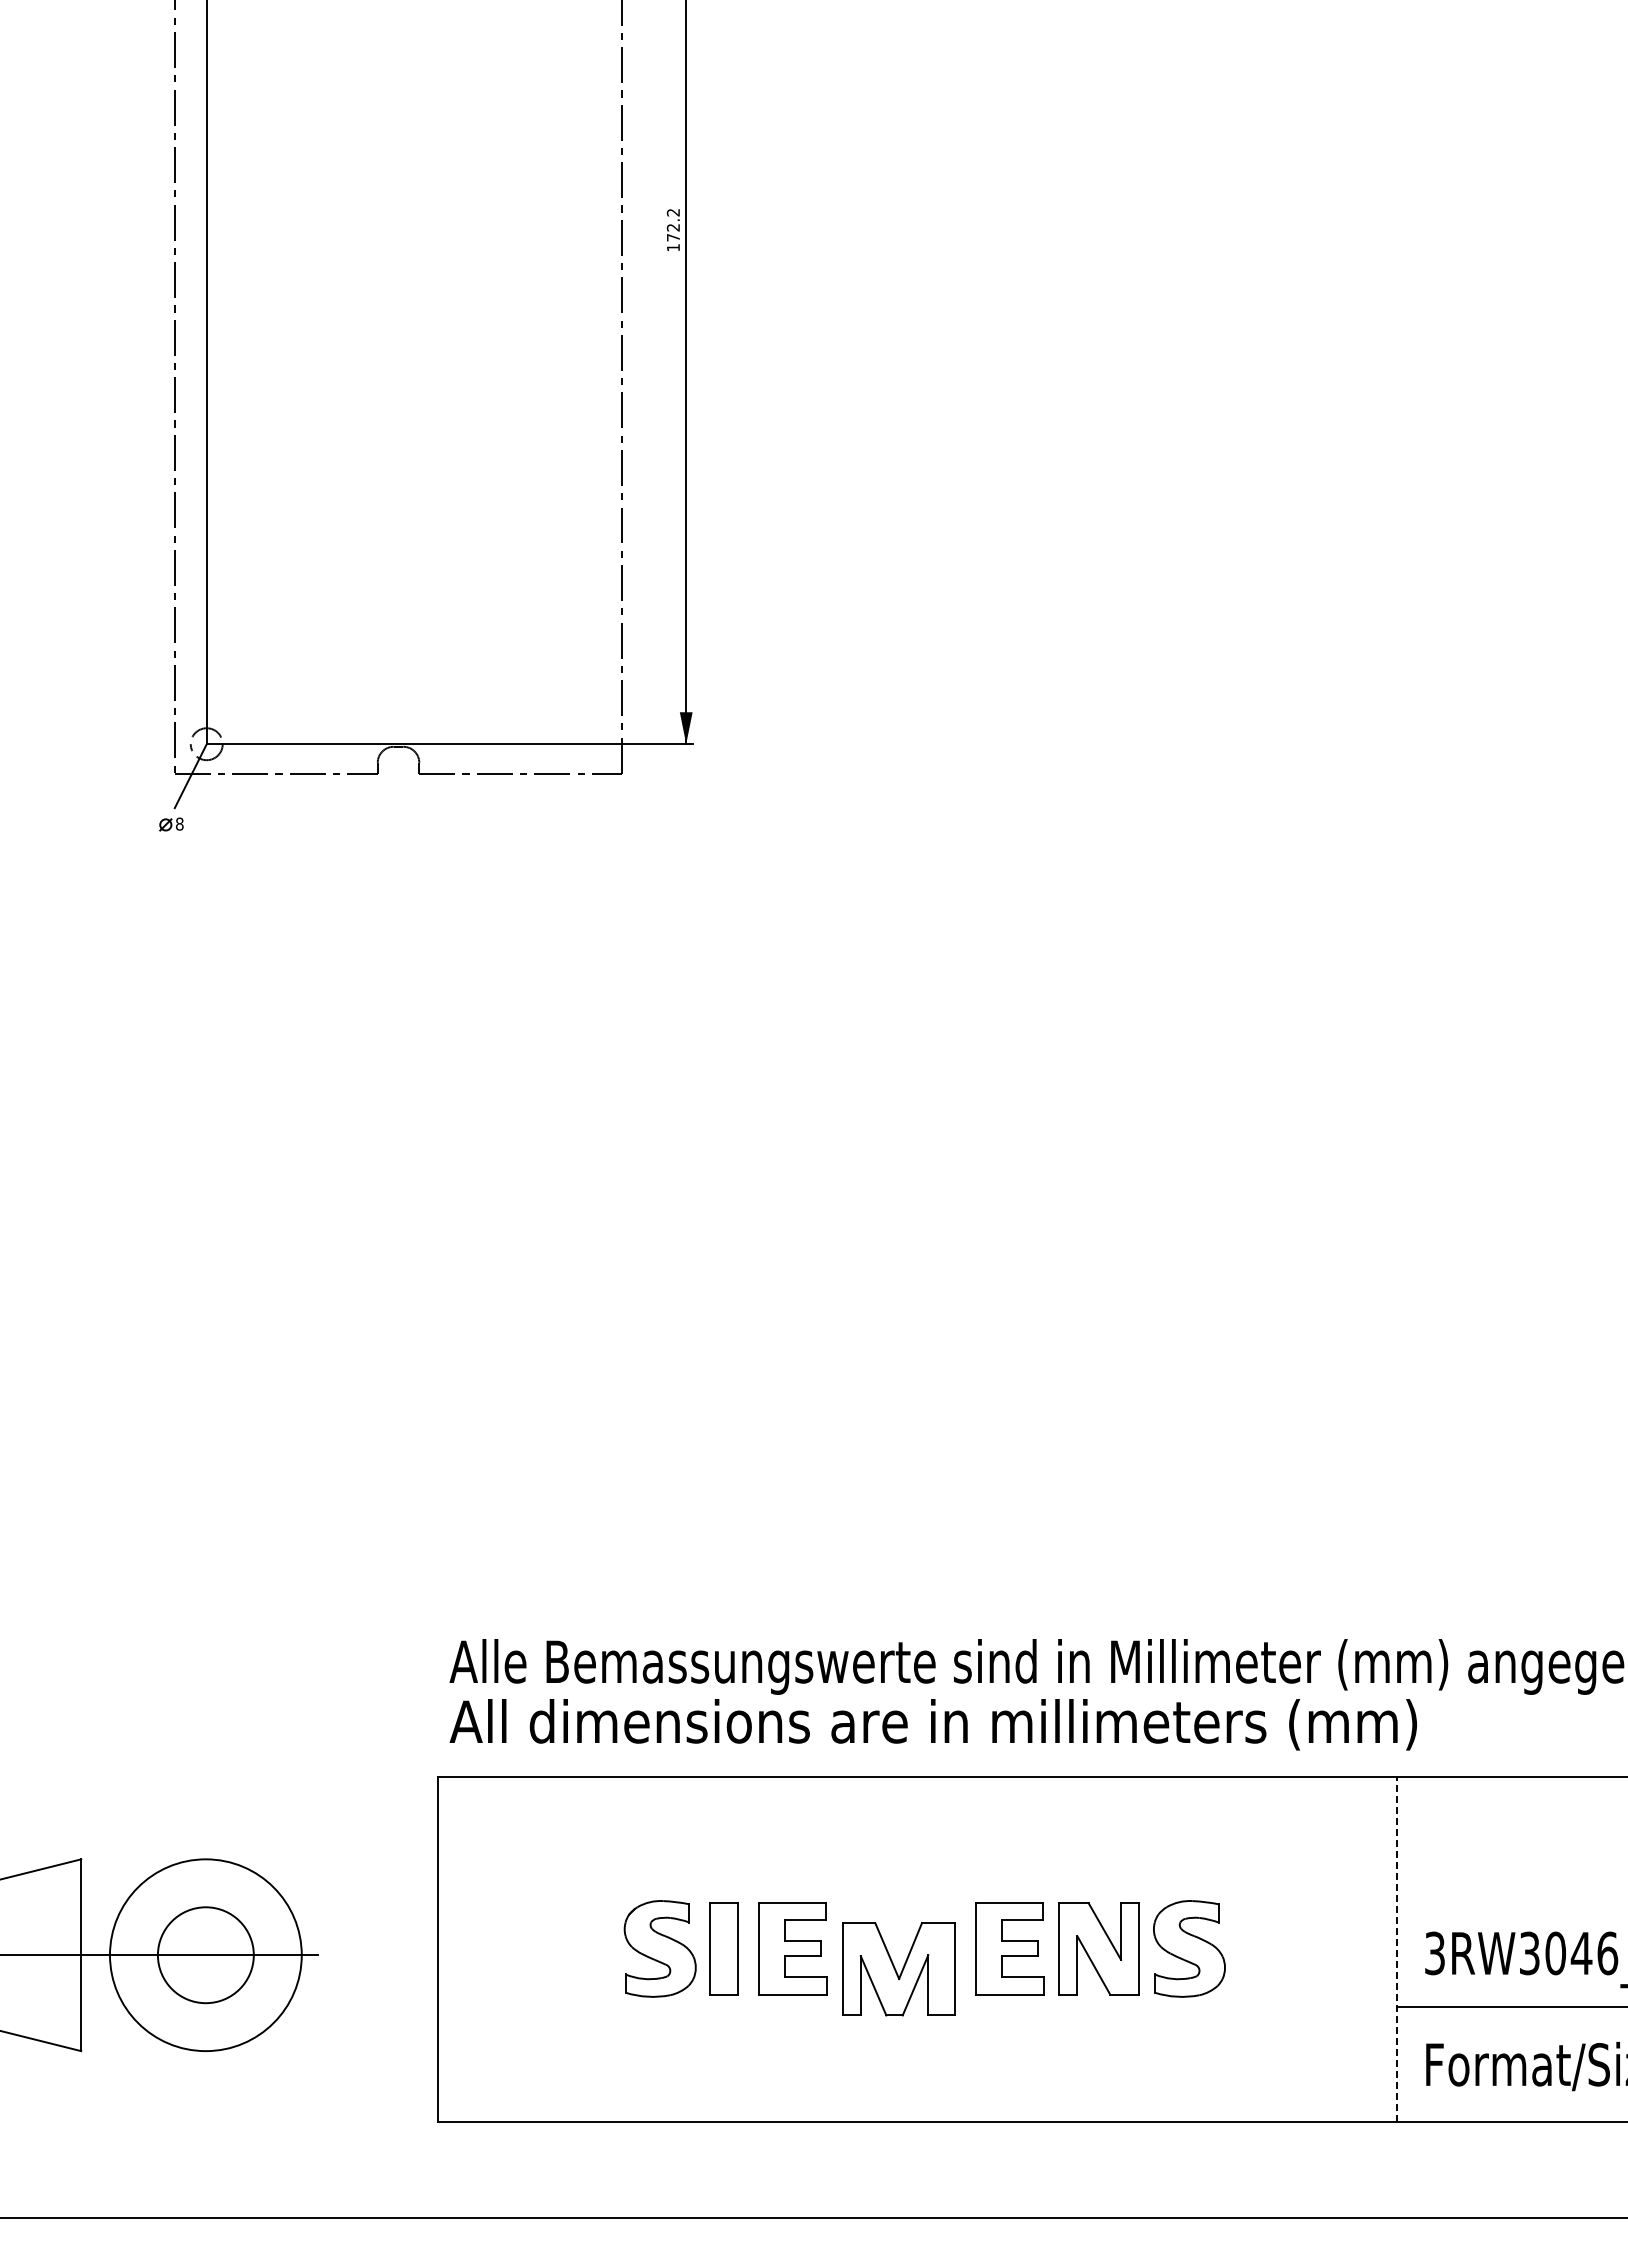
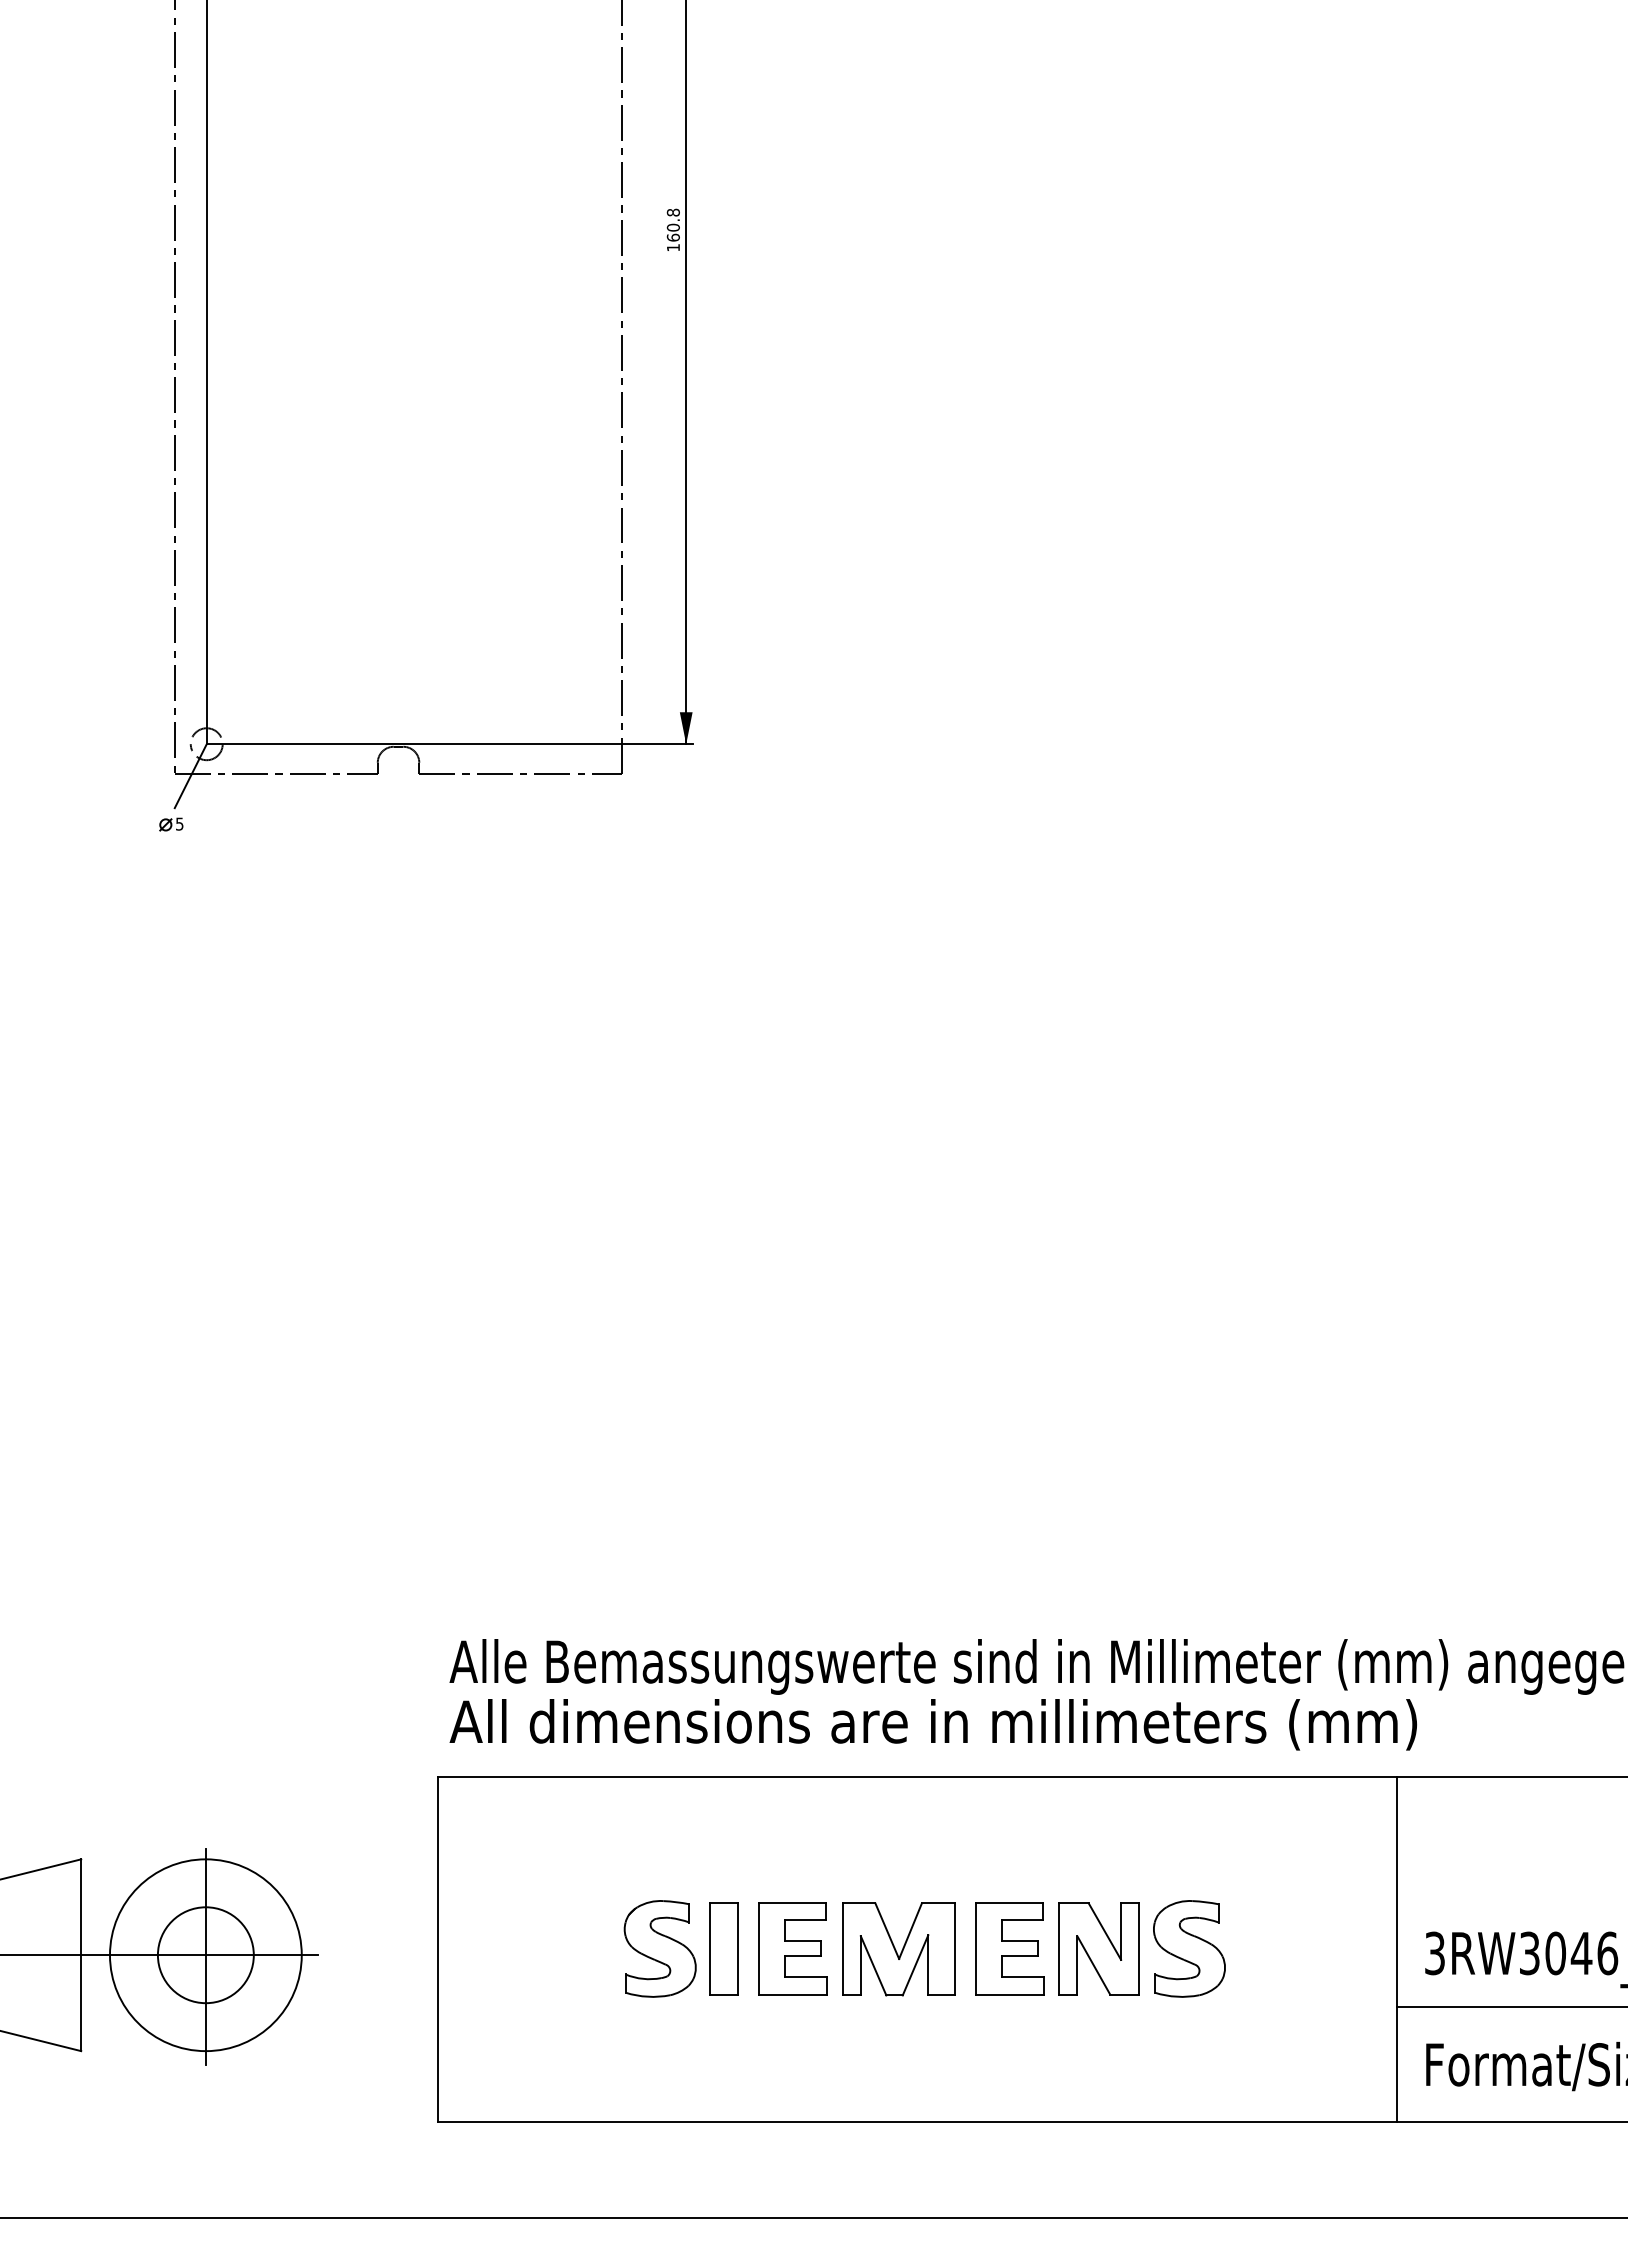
text at (672, 224): 172.2 -> 160.8
text at (179, 823): 8 -> 5
line at (1397, 1949): dashed -> solid
line at (205, 1956): none -> present
part at (898, 1969) position: (898, 1969) -> (898, 1949)
